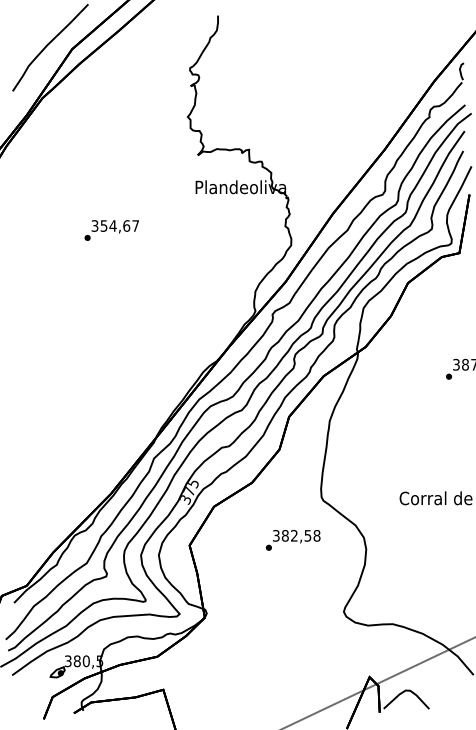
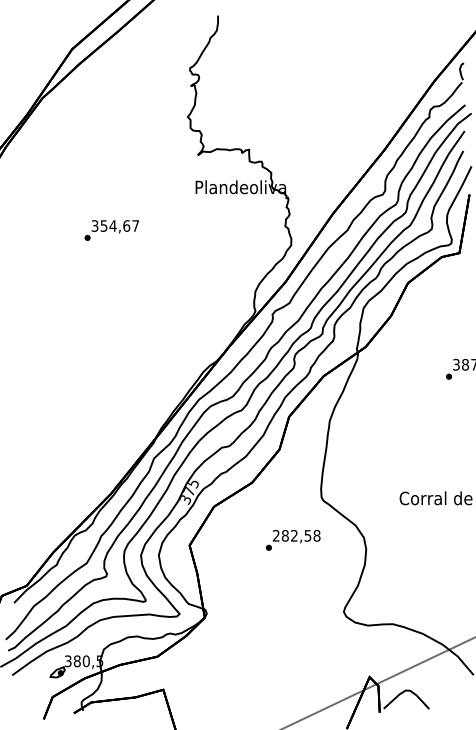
curve at (48, 45): present -> none
text at (276, 535): 382,58 -> 282,58
